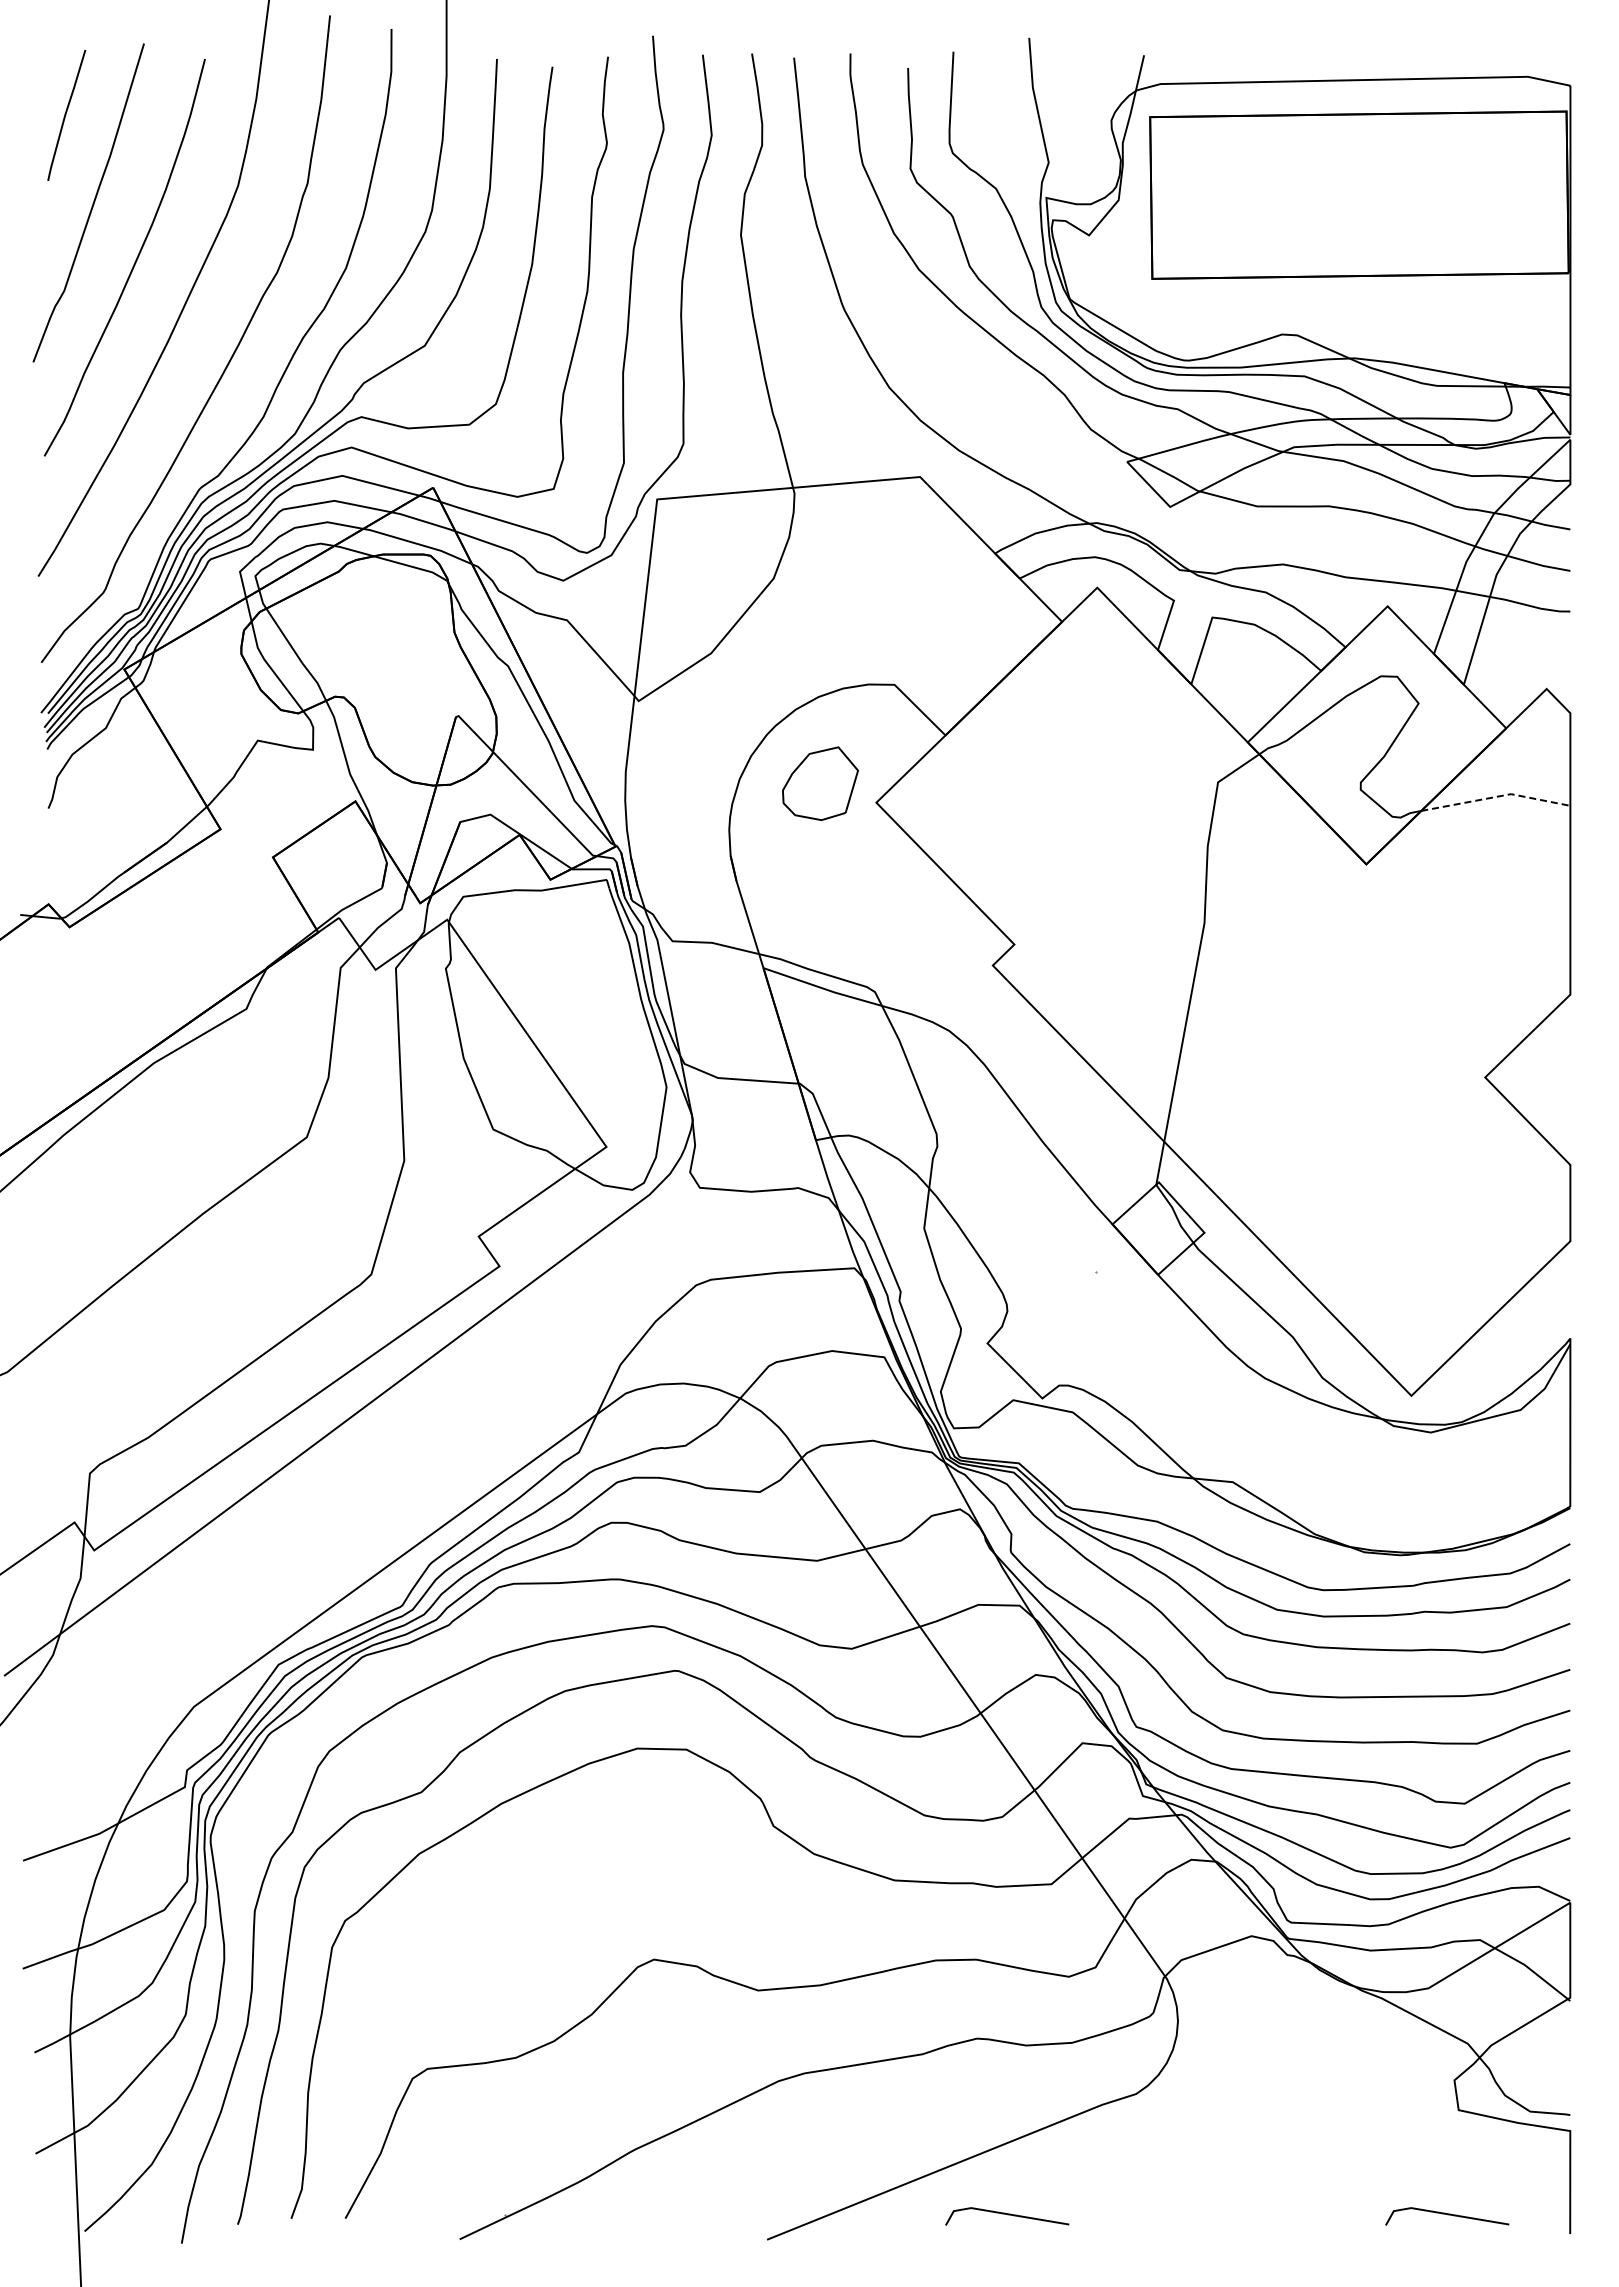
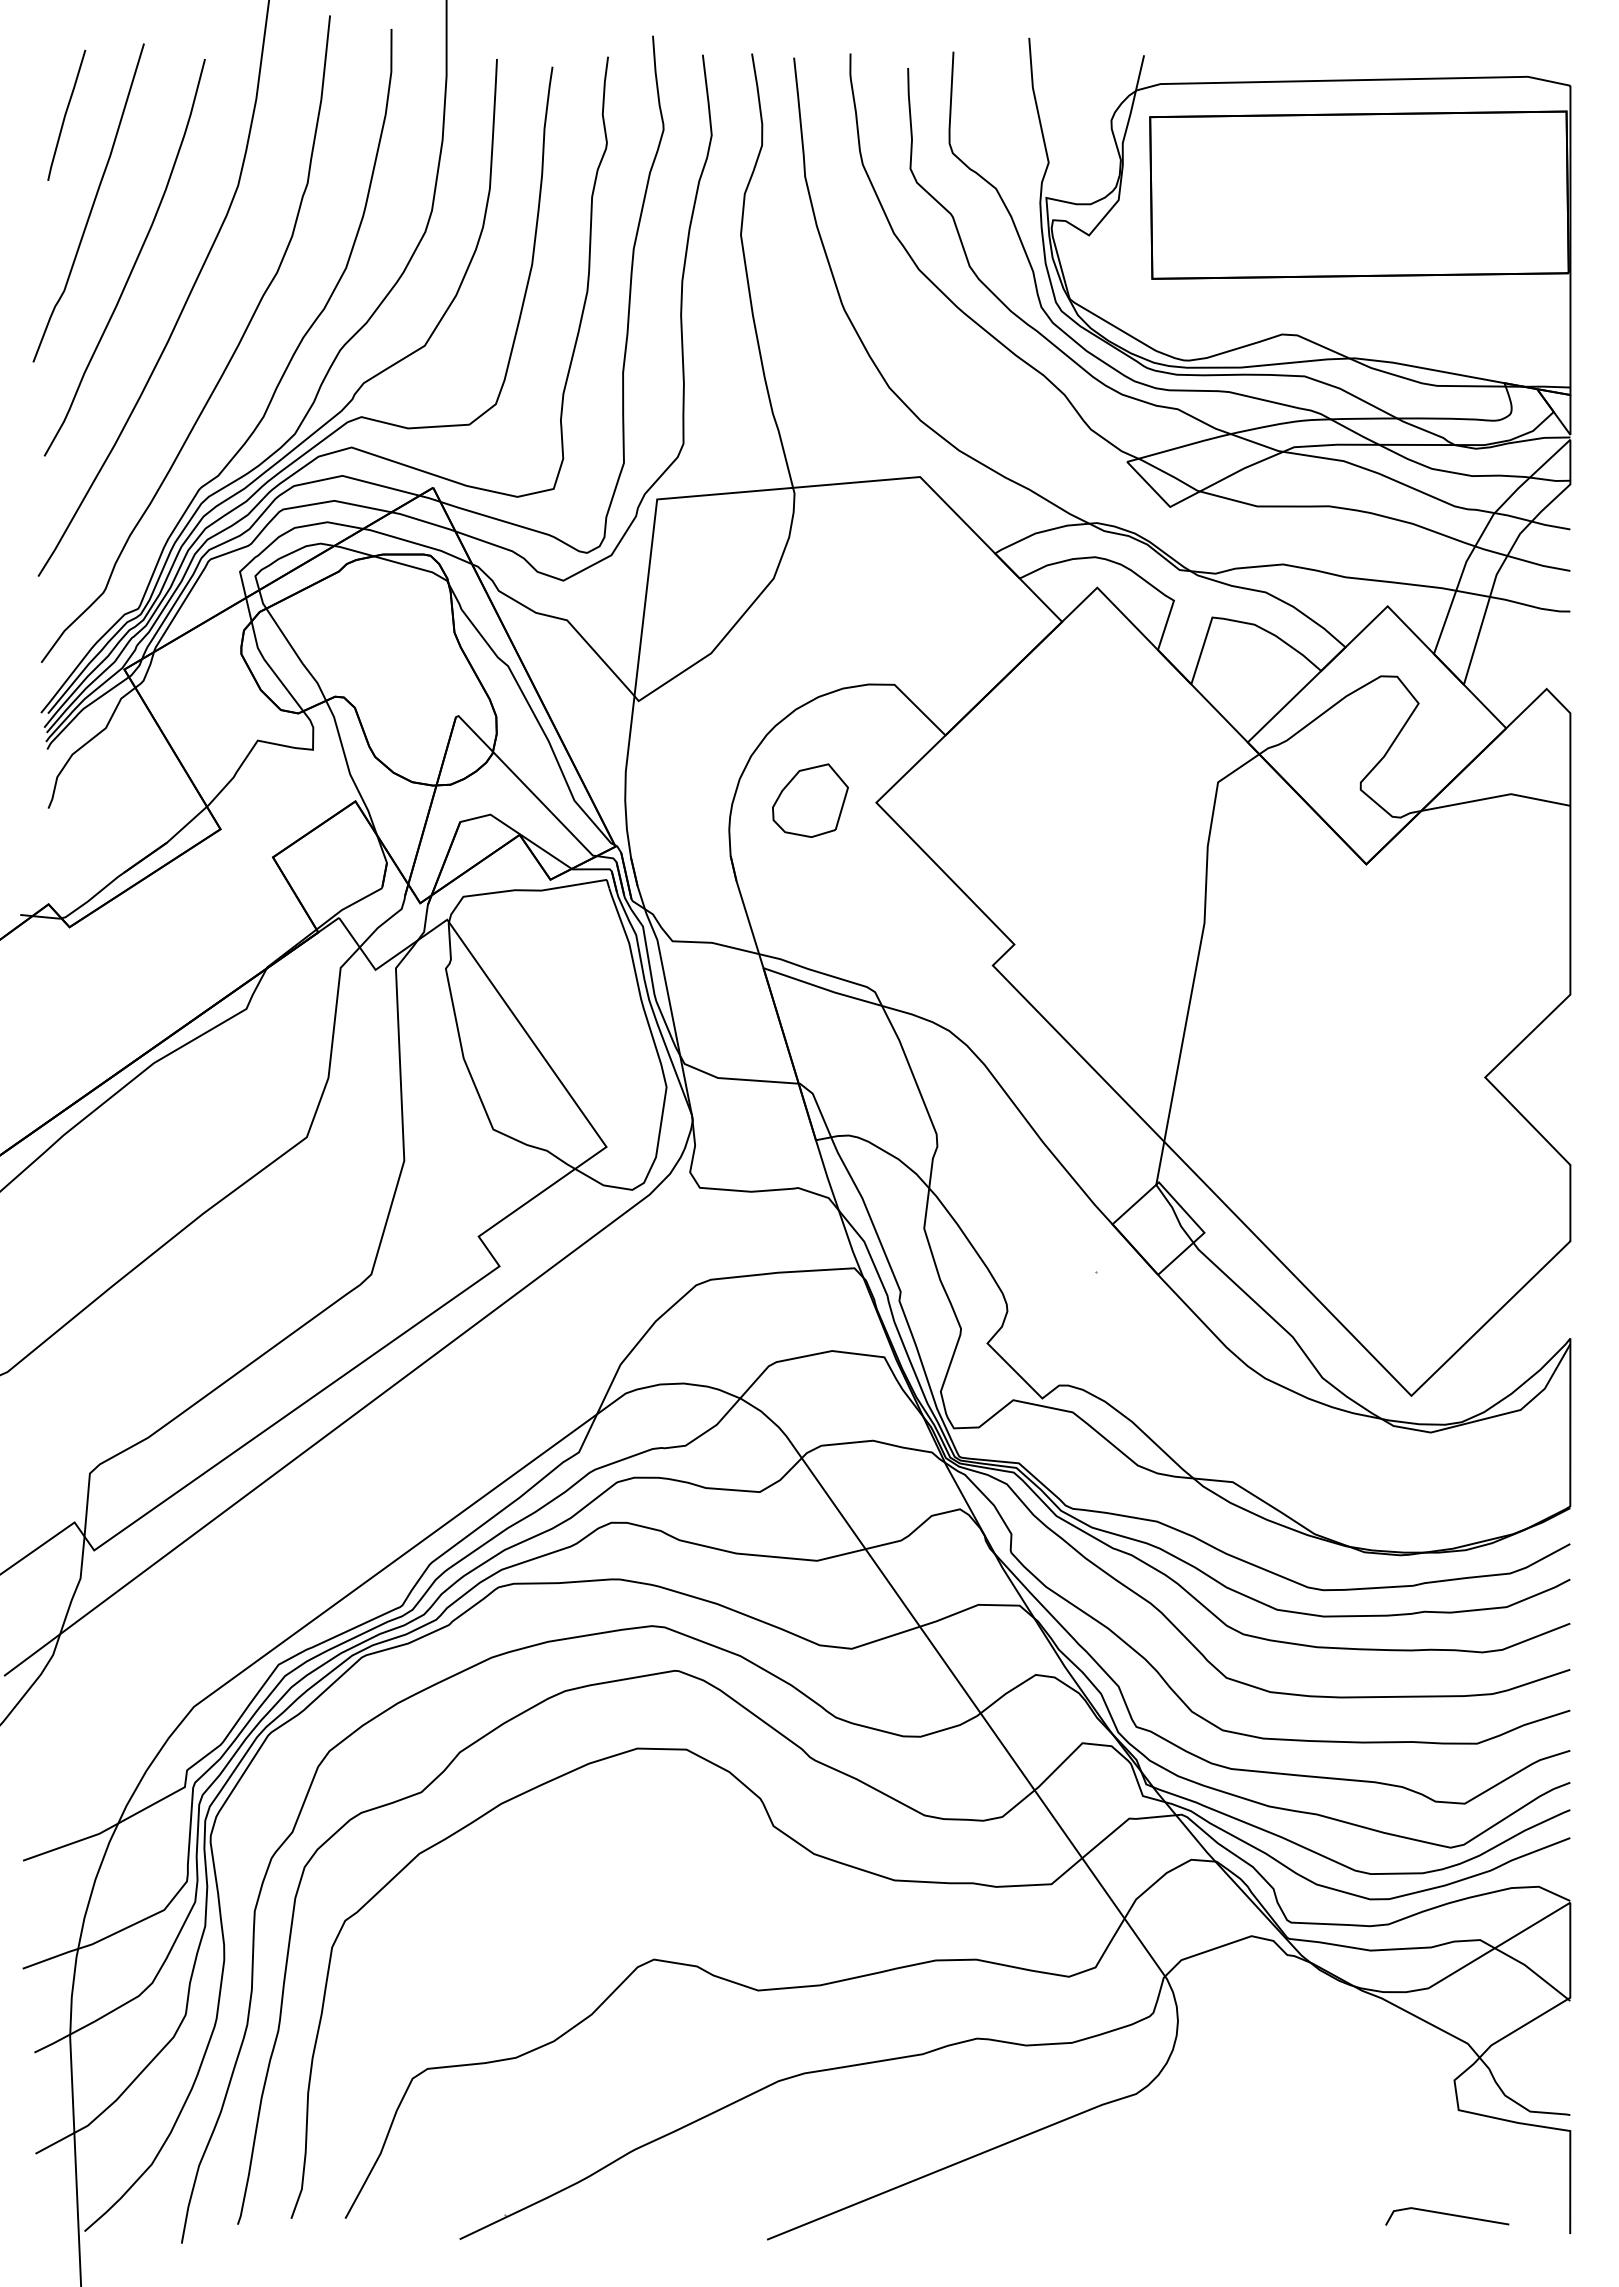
part at (820, 783) position: (820, 783) -> (810, 800)
line at (1496, 796): dashed -> solid
line at (1007, 2215): present -> none
